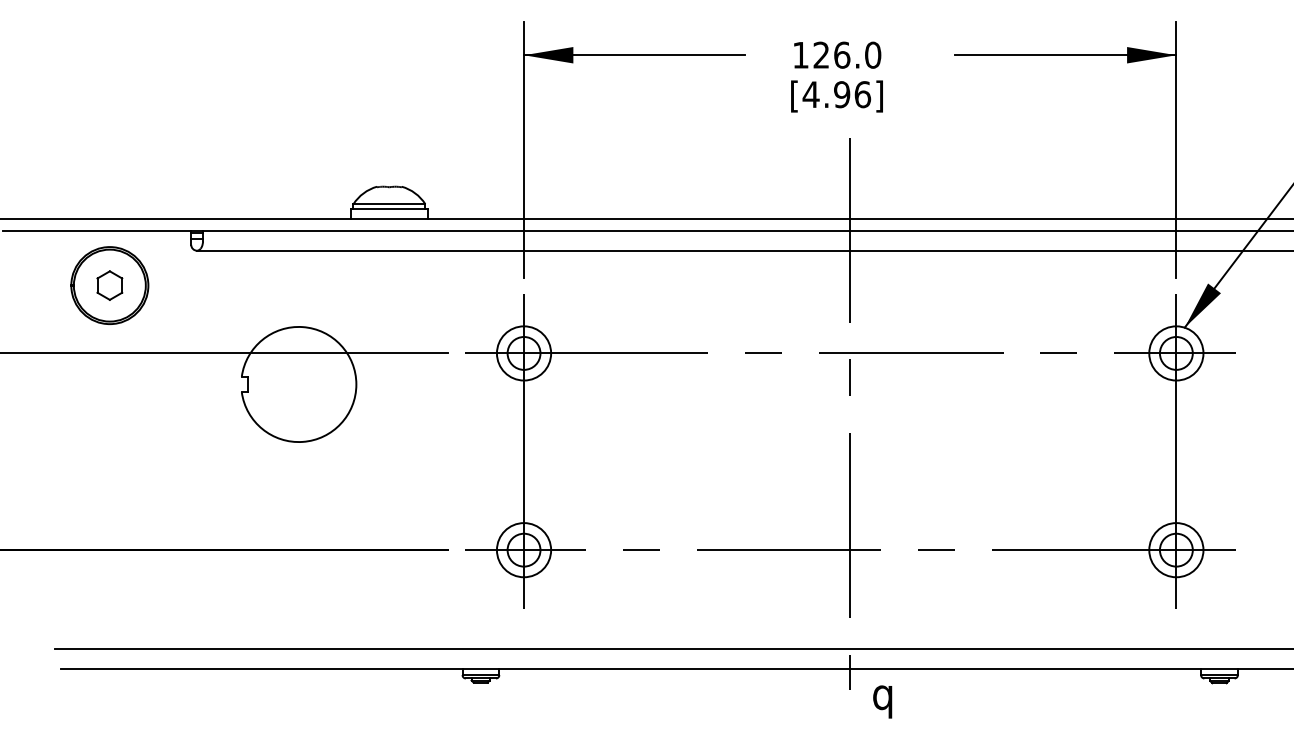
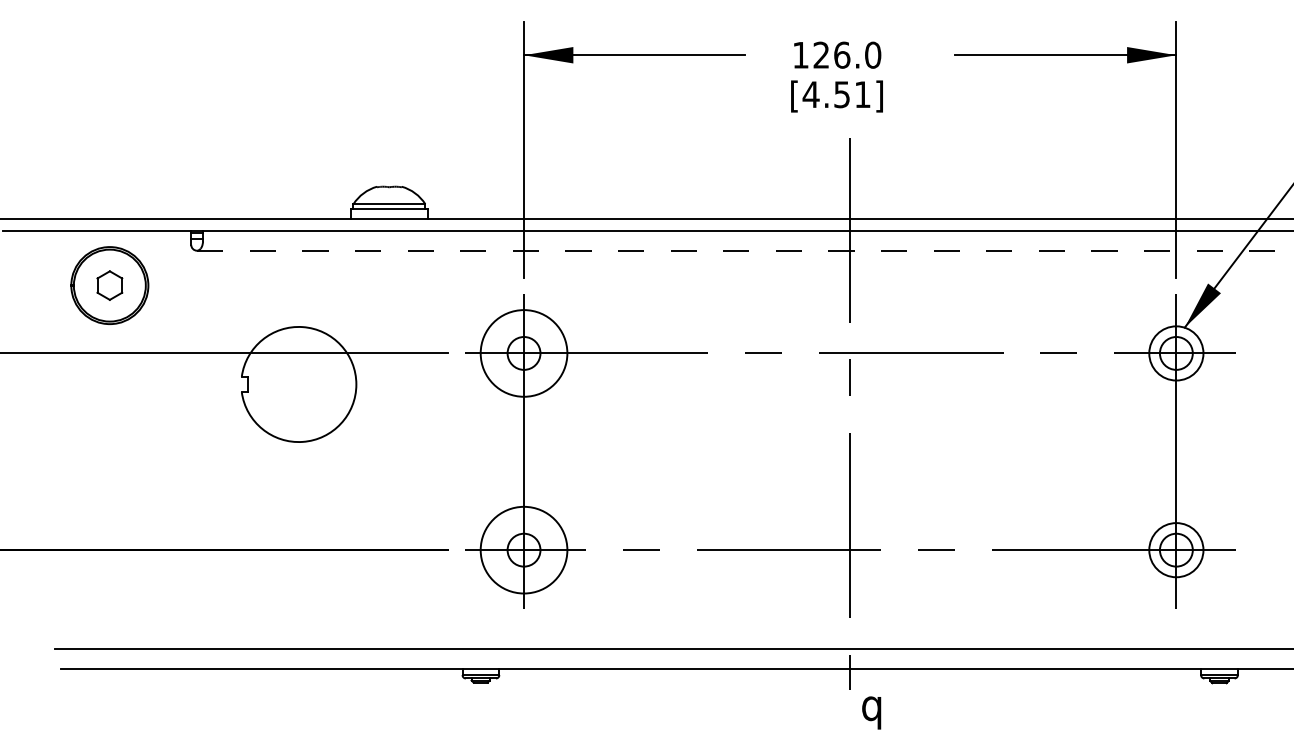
text at (852, 94): [4.96] -> [4.51]
line at (745, 250): solid -> dashed
circle at (523, 353) diameter: 54 px -> 87 px
circle at (523, 550) diameter: 54 px -> 87 px
text at (882, 701) position: (882, 701) -> (871, 712)
